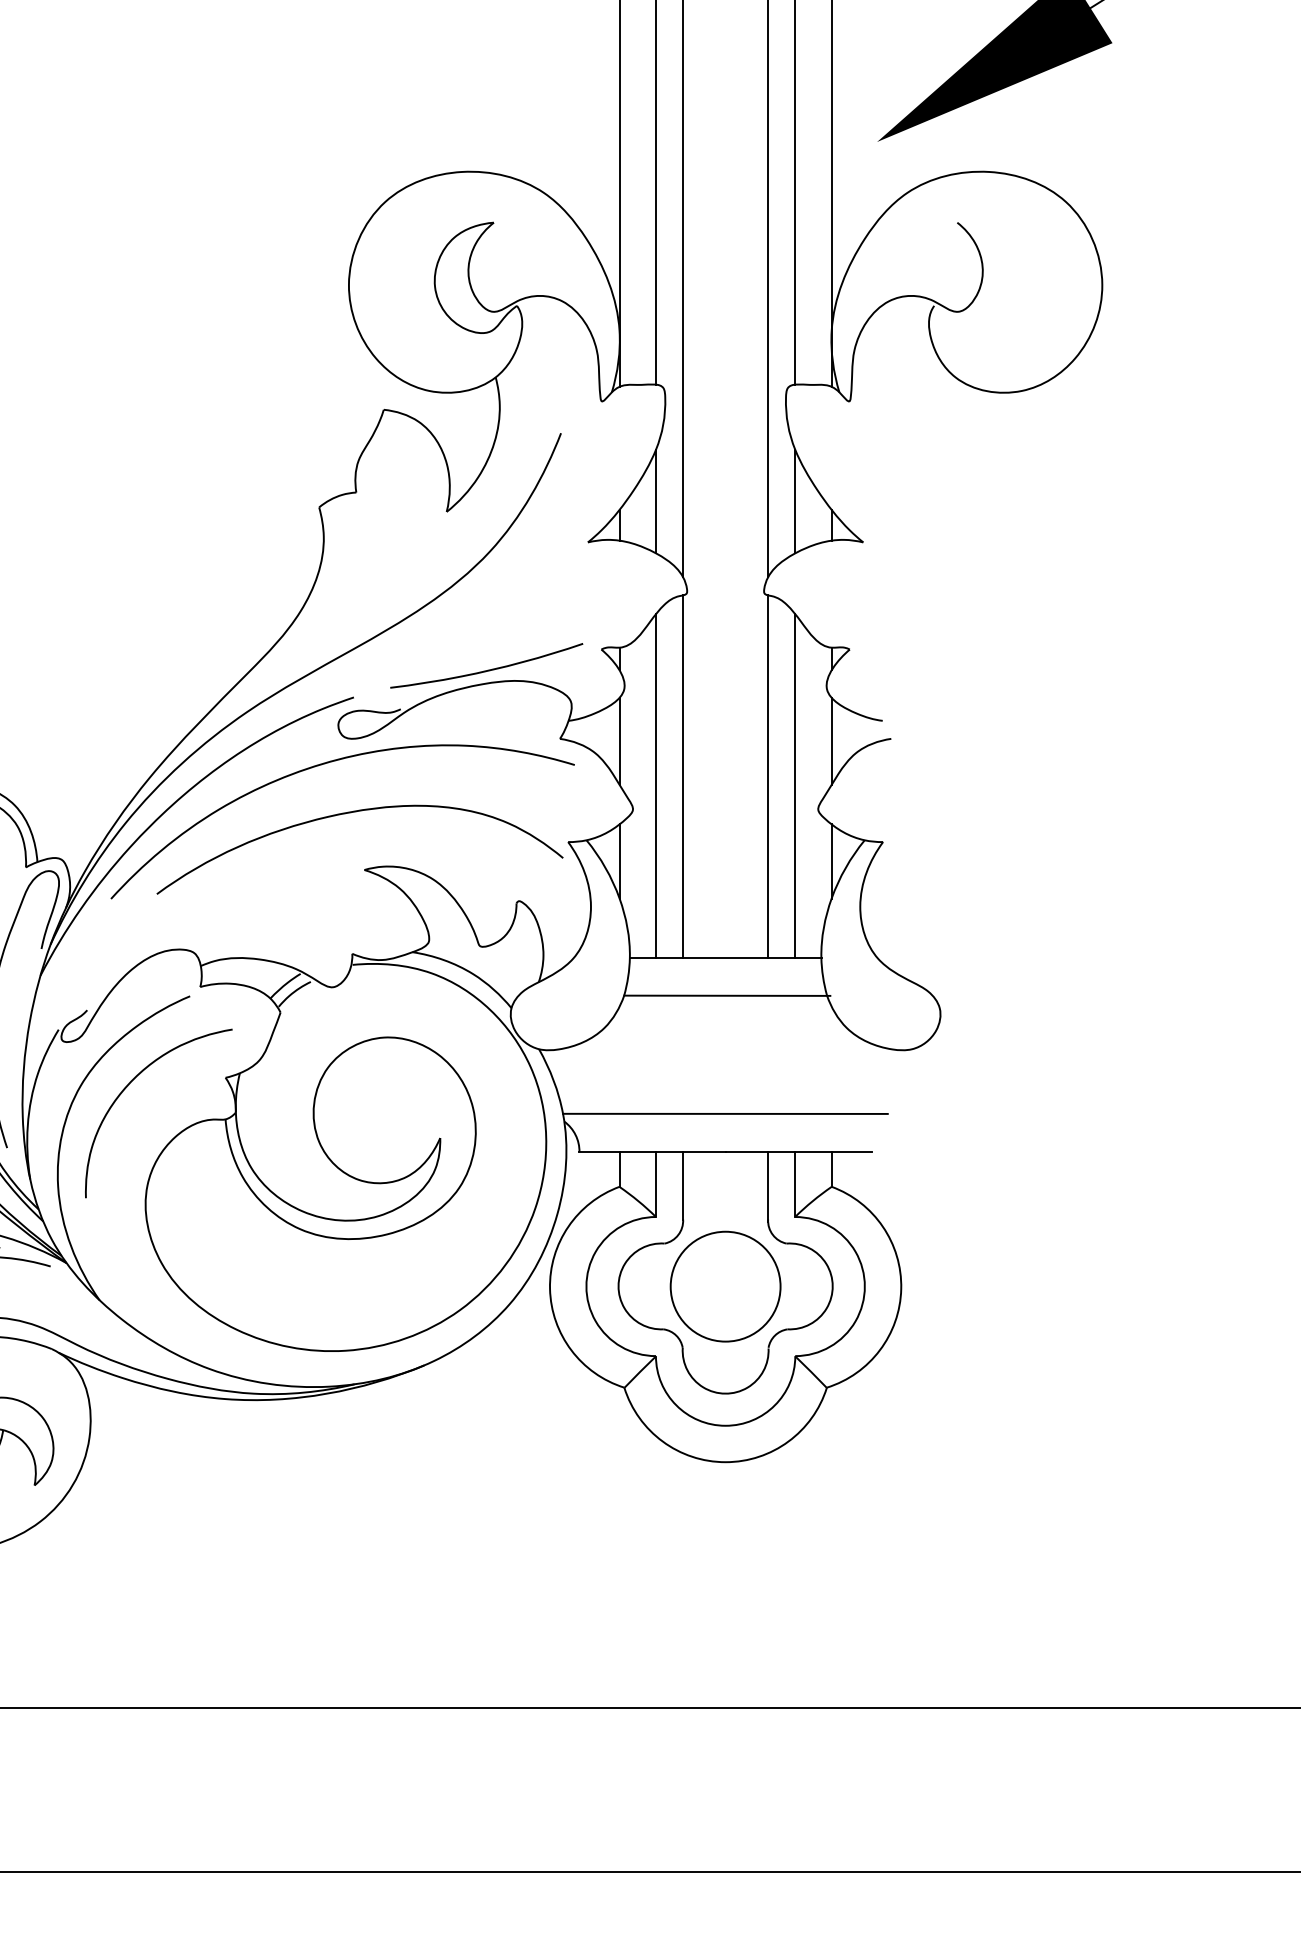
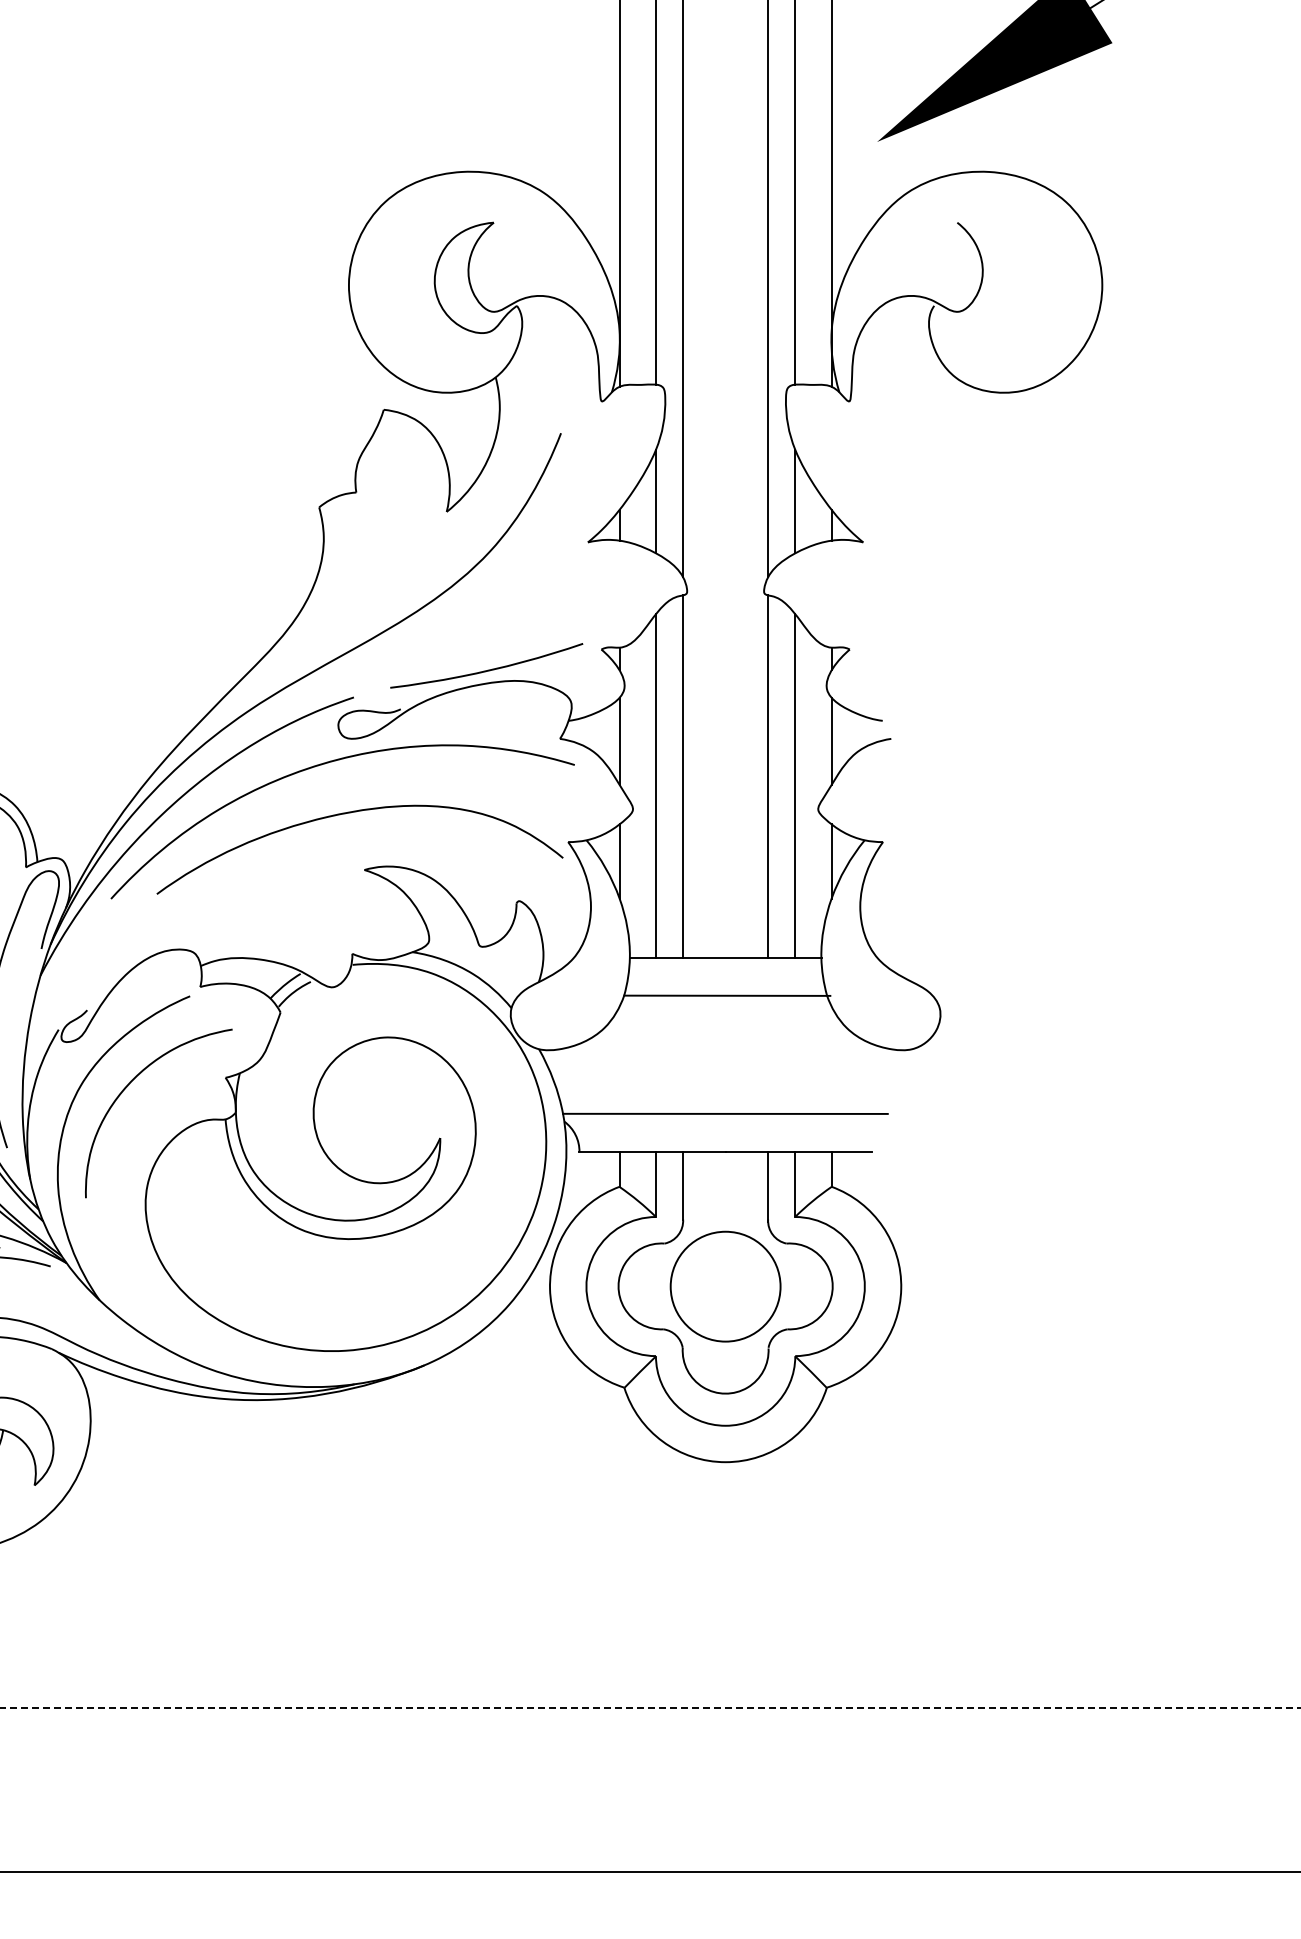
line at (650, 1708): solid -> dashed
